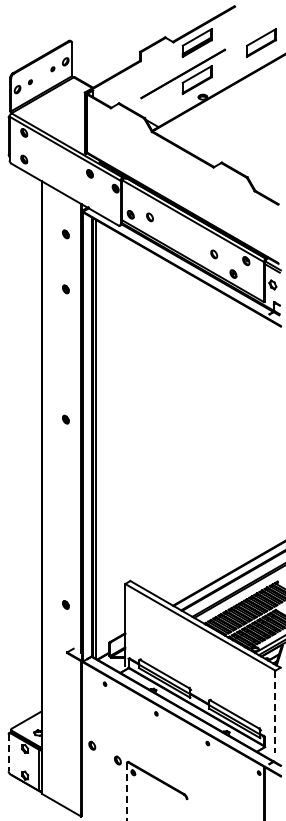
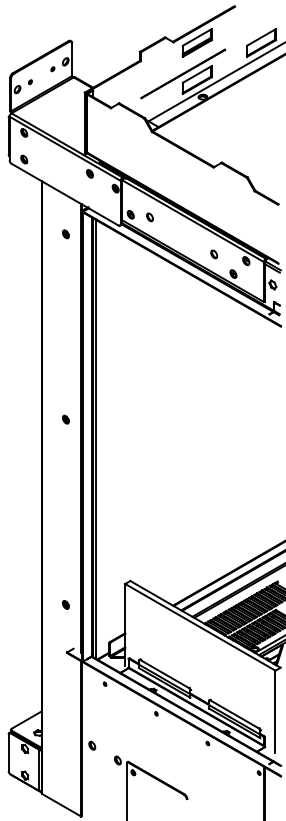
line at (215, 82): none -> present
part at (65, 289): present -> none
line at (275, 712): dashed -> solid
line at (8, 753): dashed -> solid
line at (126, 792): dashed -> solid
